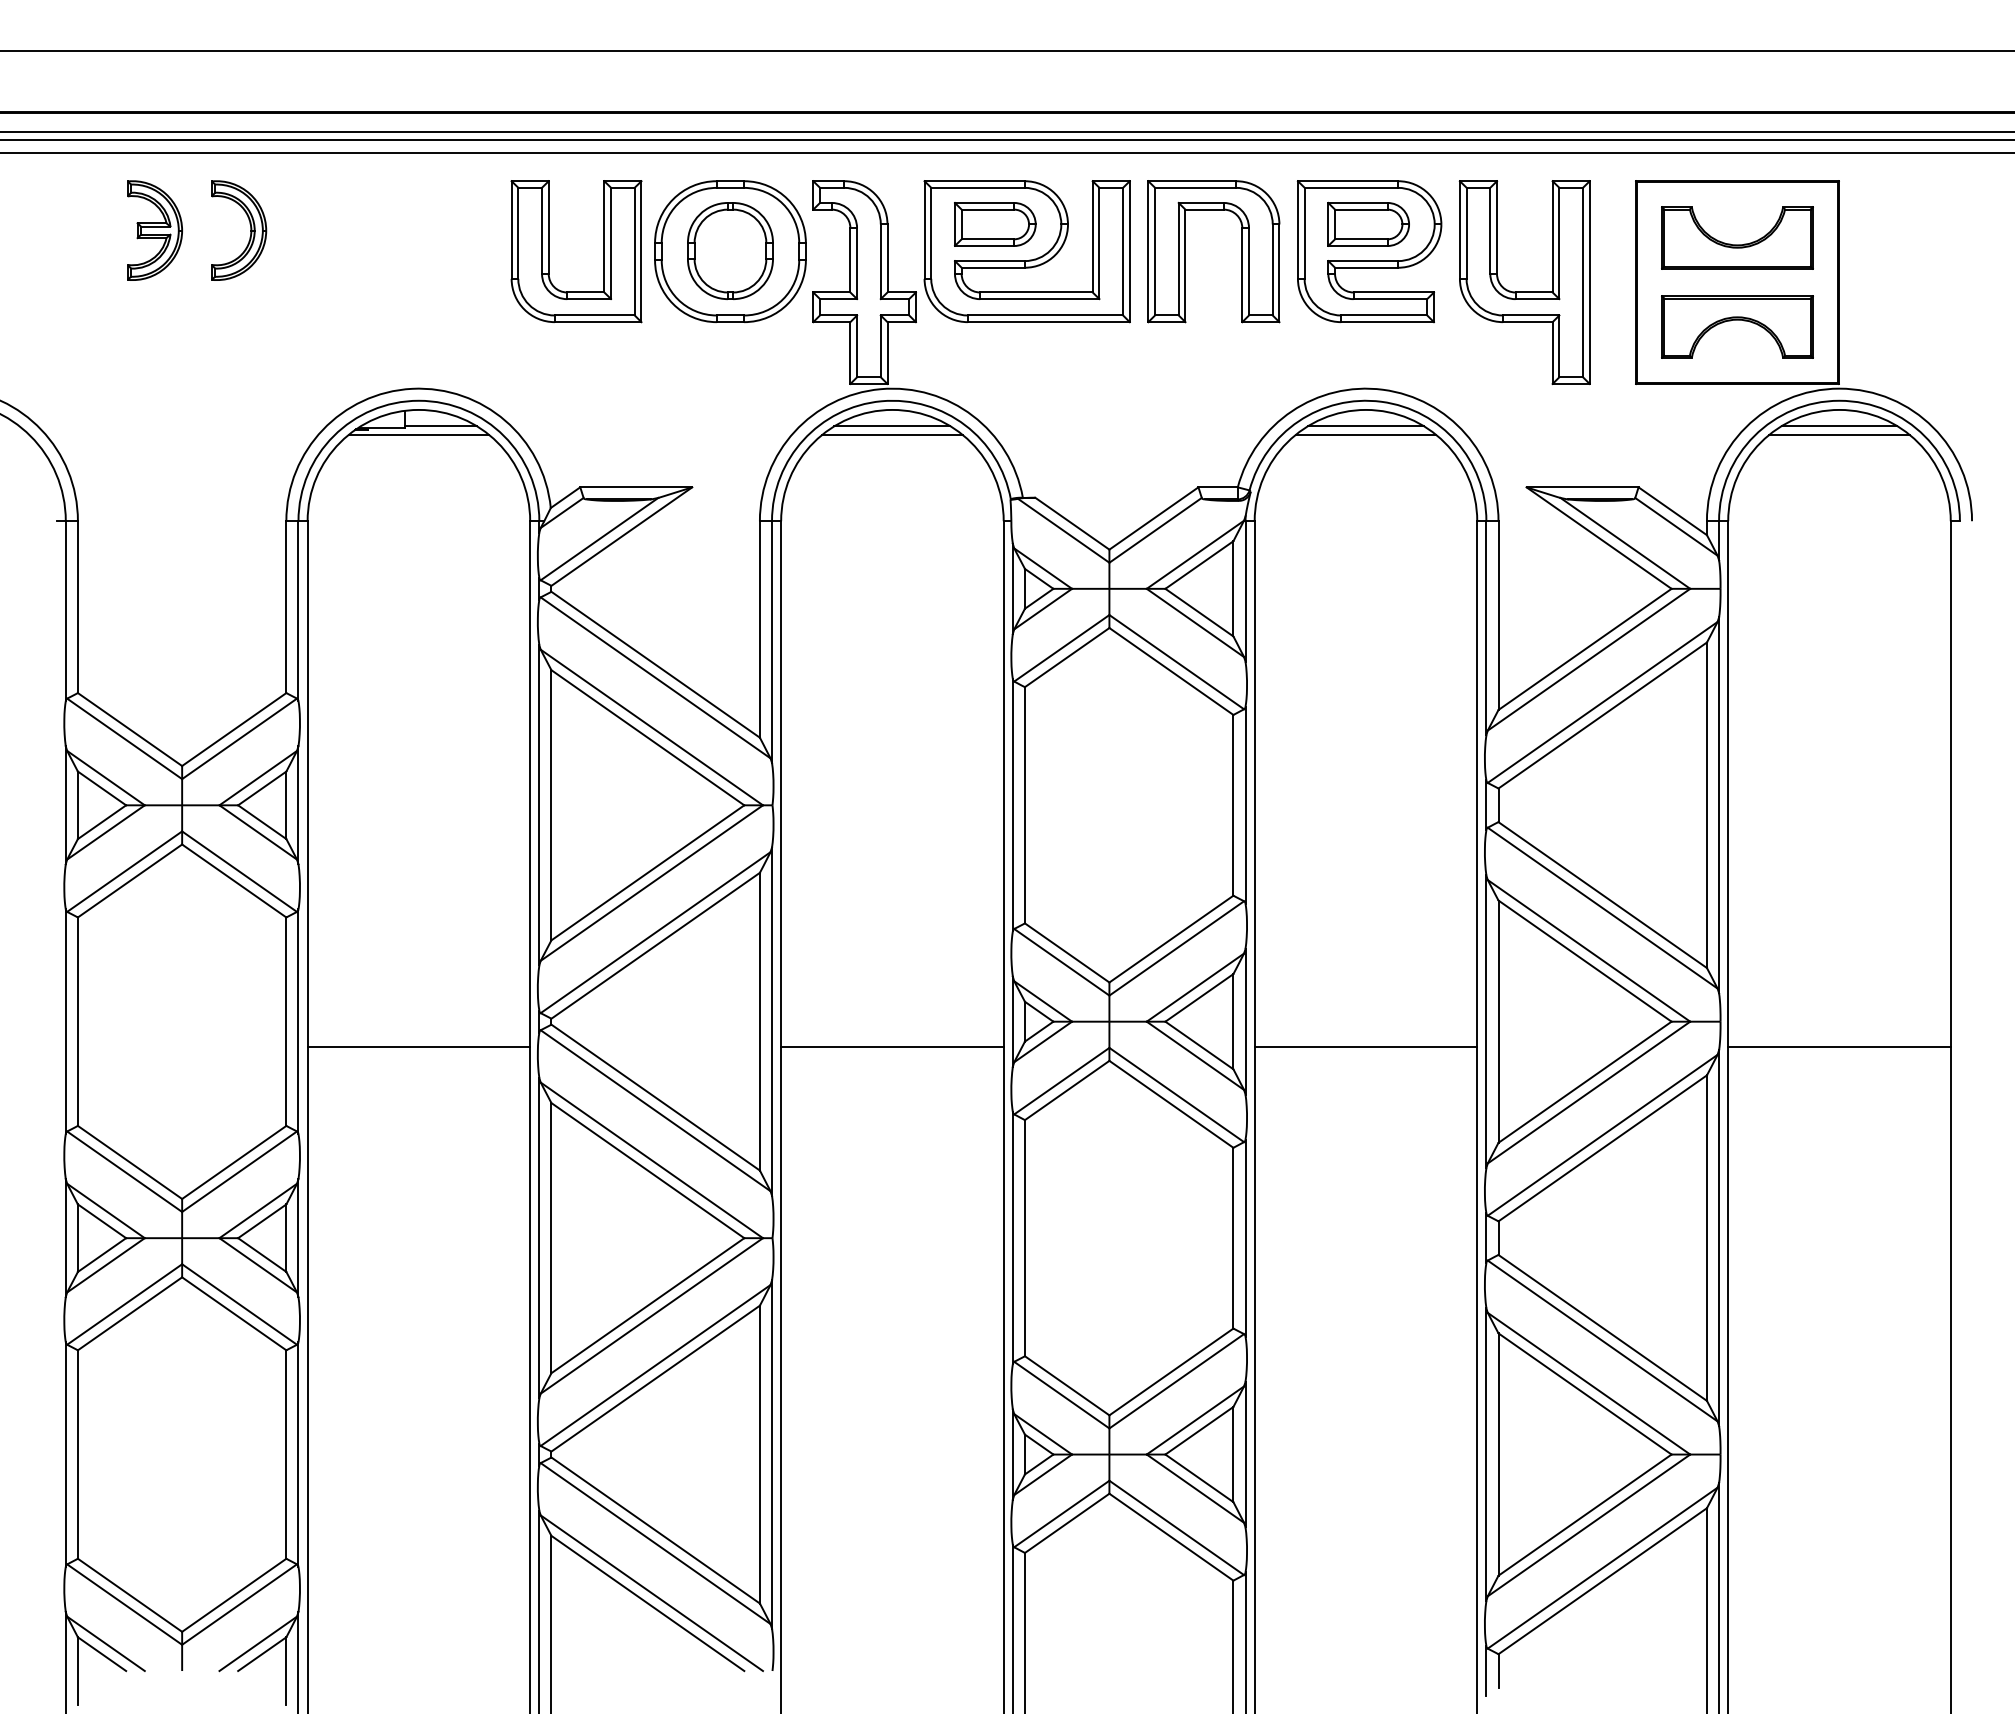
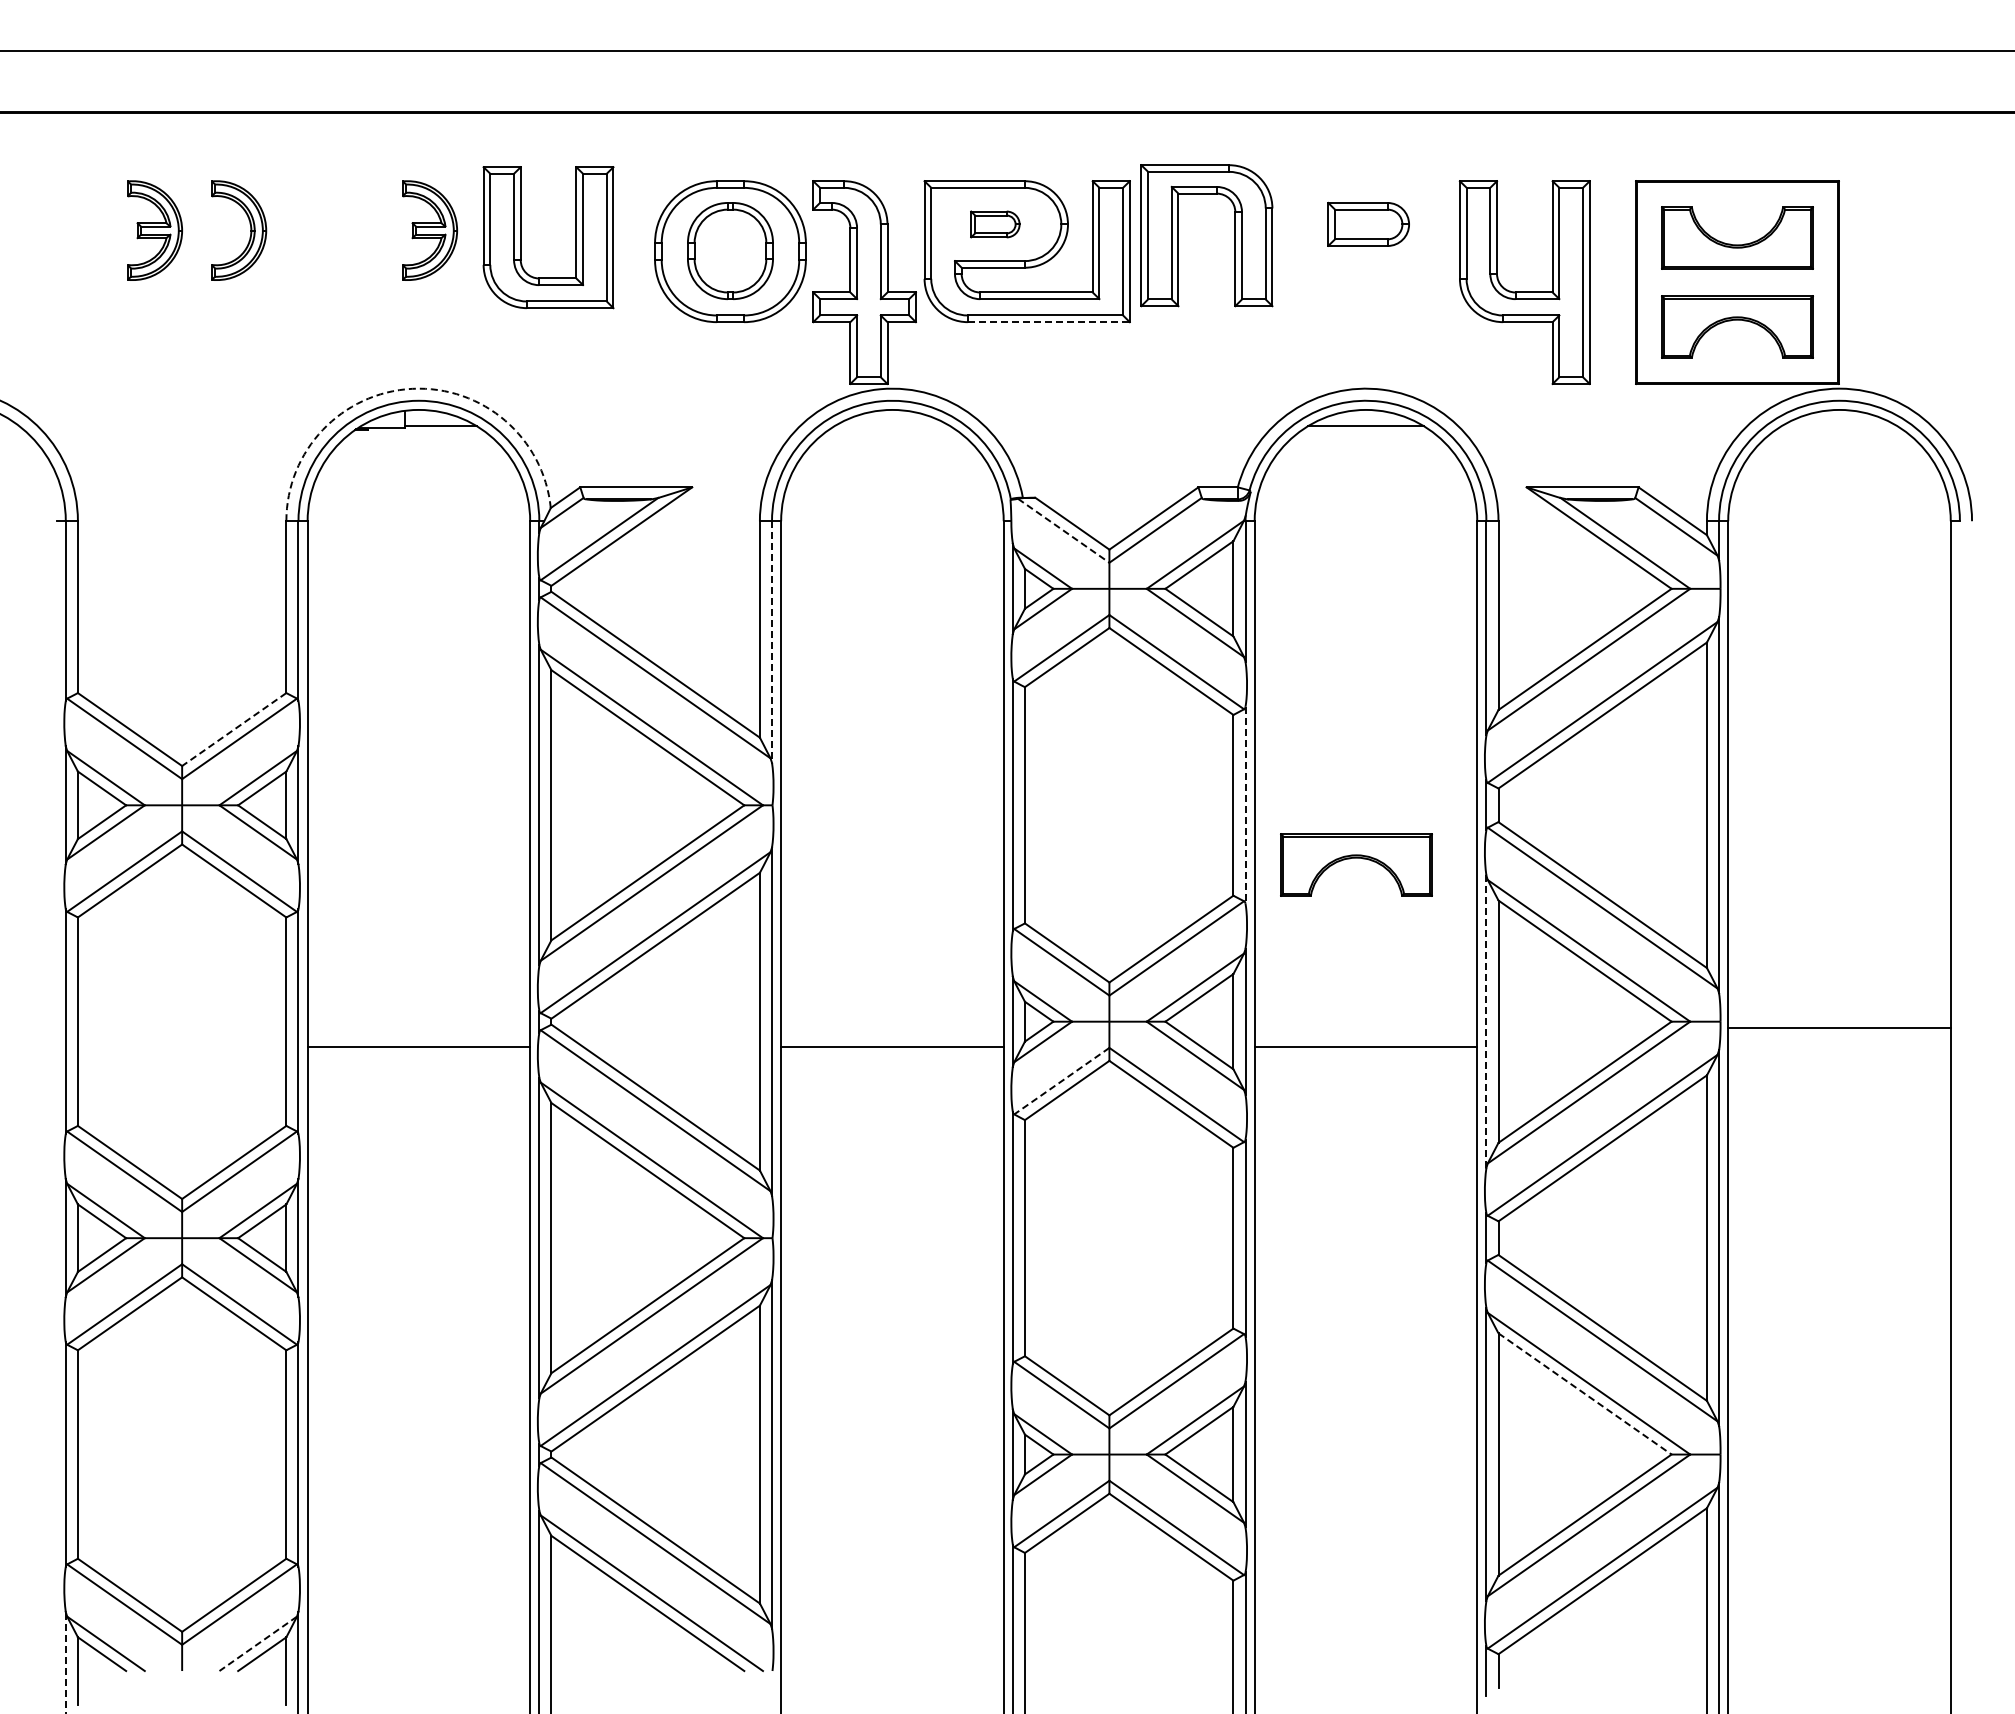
line at (1006, 131): present -> none
line at (1006, 140): present -> none
line at (1006, 152): present -> none
part at (995, 224) size: 83x45 px -> 51x29 px
part at (429, 230): none -> present
part at (549, 251) position: (549, 251) -> (521, 237)
part at (1185, 251) position: (1185, 251) -> (1178, 235)
part at (1369, 251): present -> none
line at (1048, 322): solid -> dashed
arc at (412, 388): solid -> dashed
line at (892, 426): present -> none
line at (1839, 426): present -> none
line at (418, 434): present -> none
line at (892, 434): present -> none
line at (1365, 434): present -> none
line at (1839, 434): present -> none
line at (1063, 530): solid -> dashed
line at (772, 642): solid -> dashed
line at (234, 729): solid -> dashed
line at (1245, 805): solid -> dashed
part at (1356, 864): none -> present
line at (1486, 1021): solid -> dashed
line at (1839, 1046) position: (1839, 1046) -> (1839, 1027)
line at (1061, 1081): solid -> dashed
line at (1585, 1393): solid -> dashed
line at (257, 1644): solid -> dashed
line at (65, 1662): solid -> dashed
